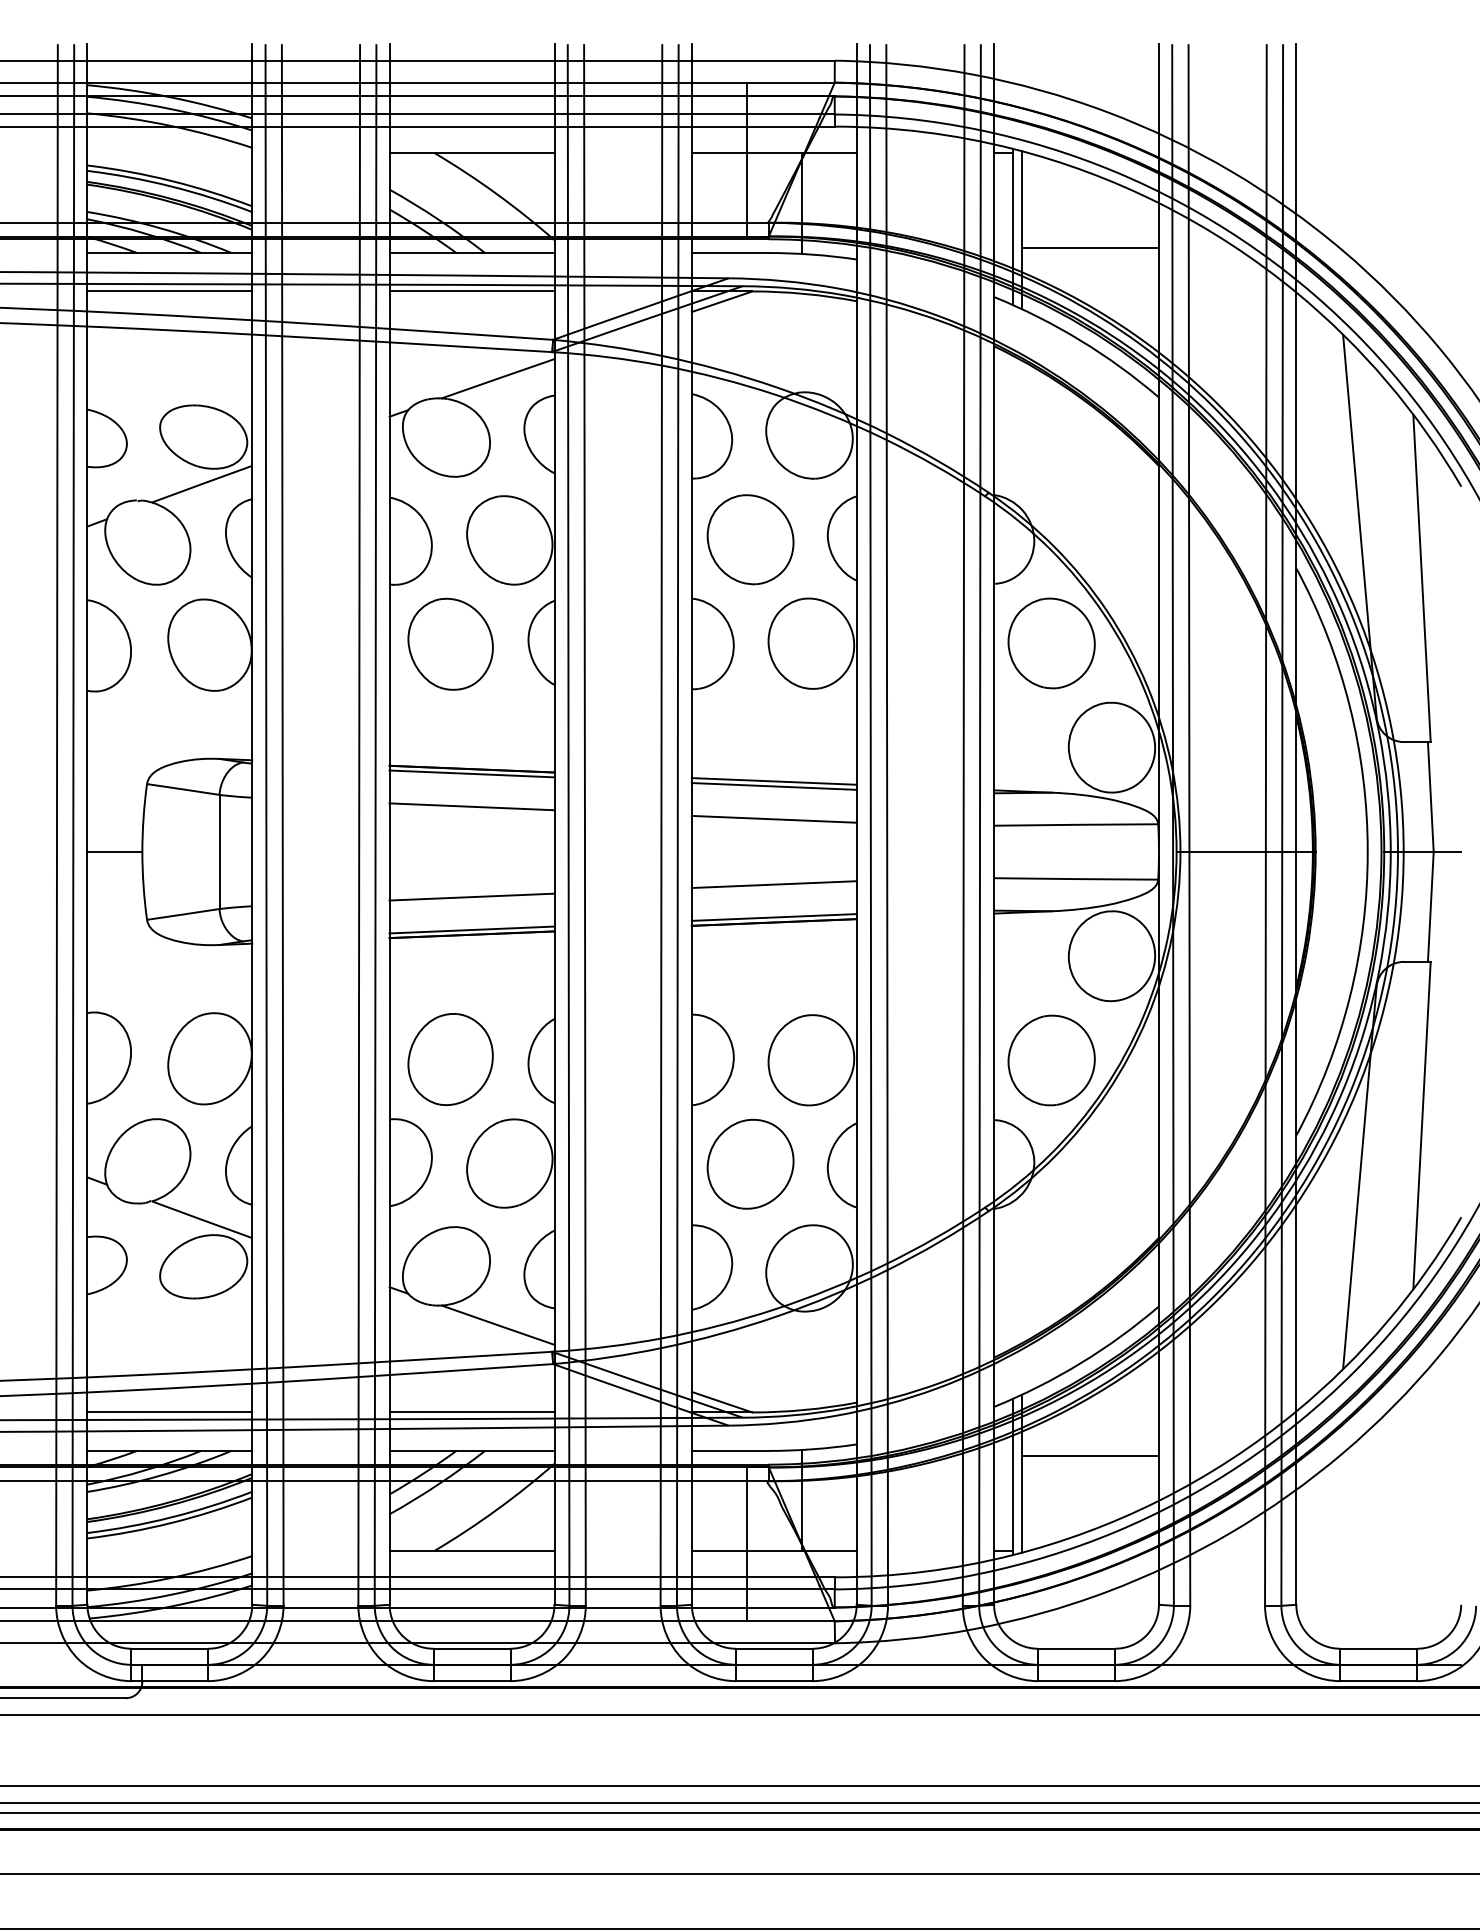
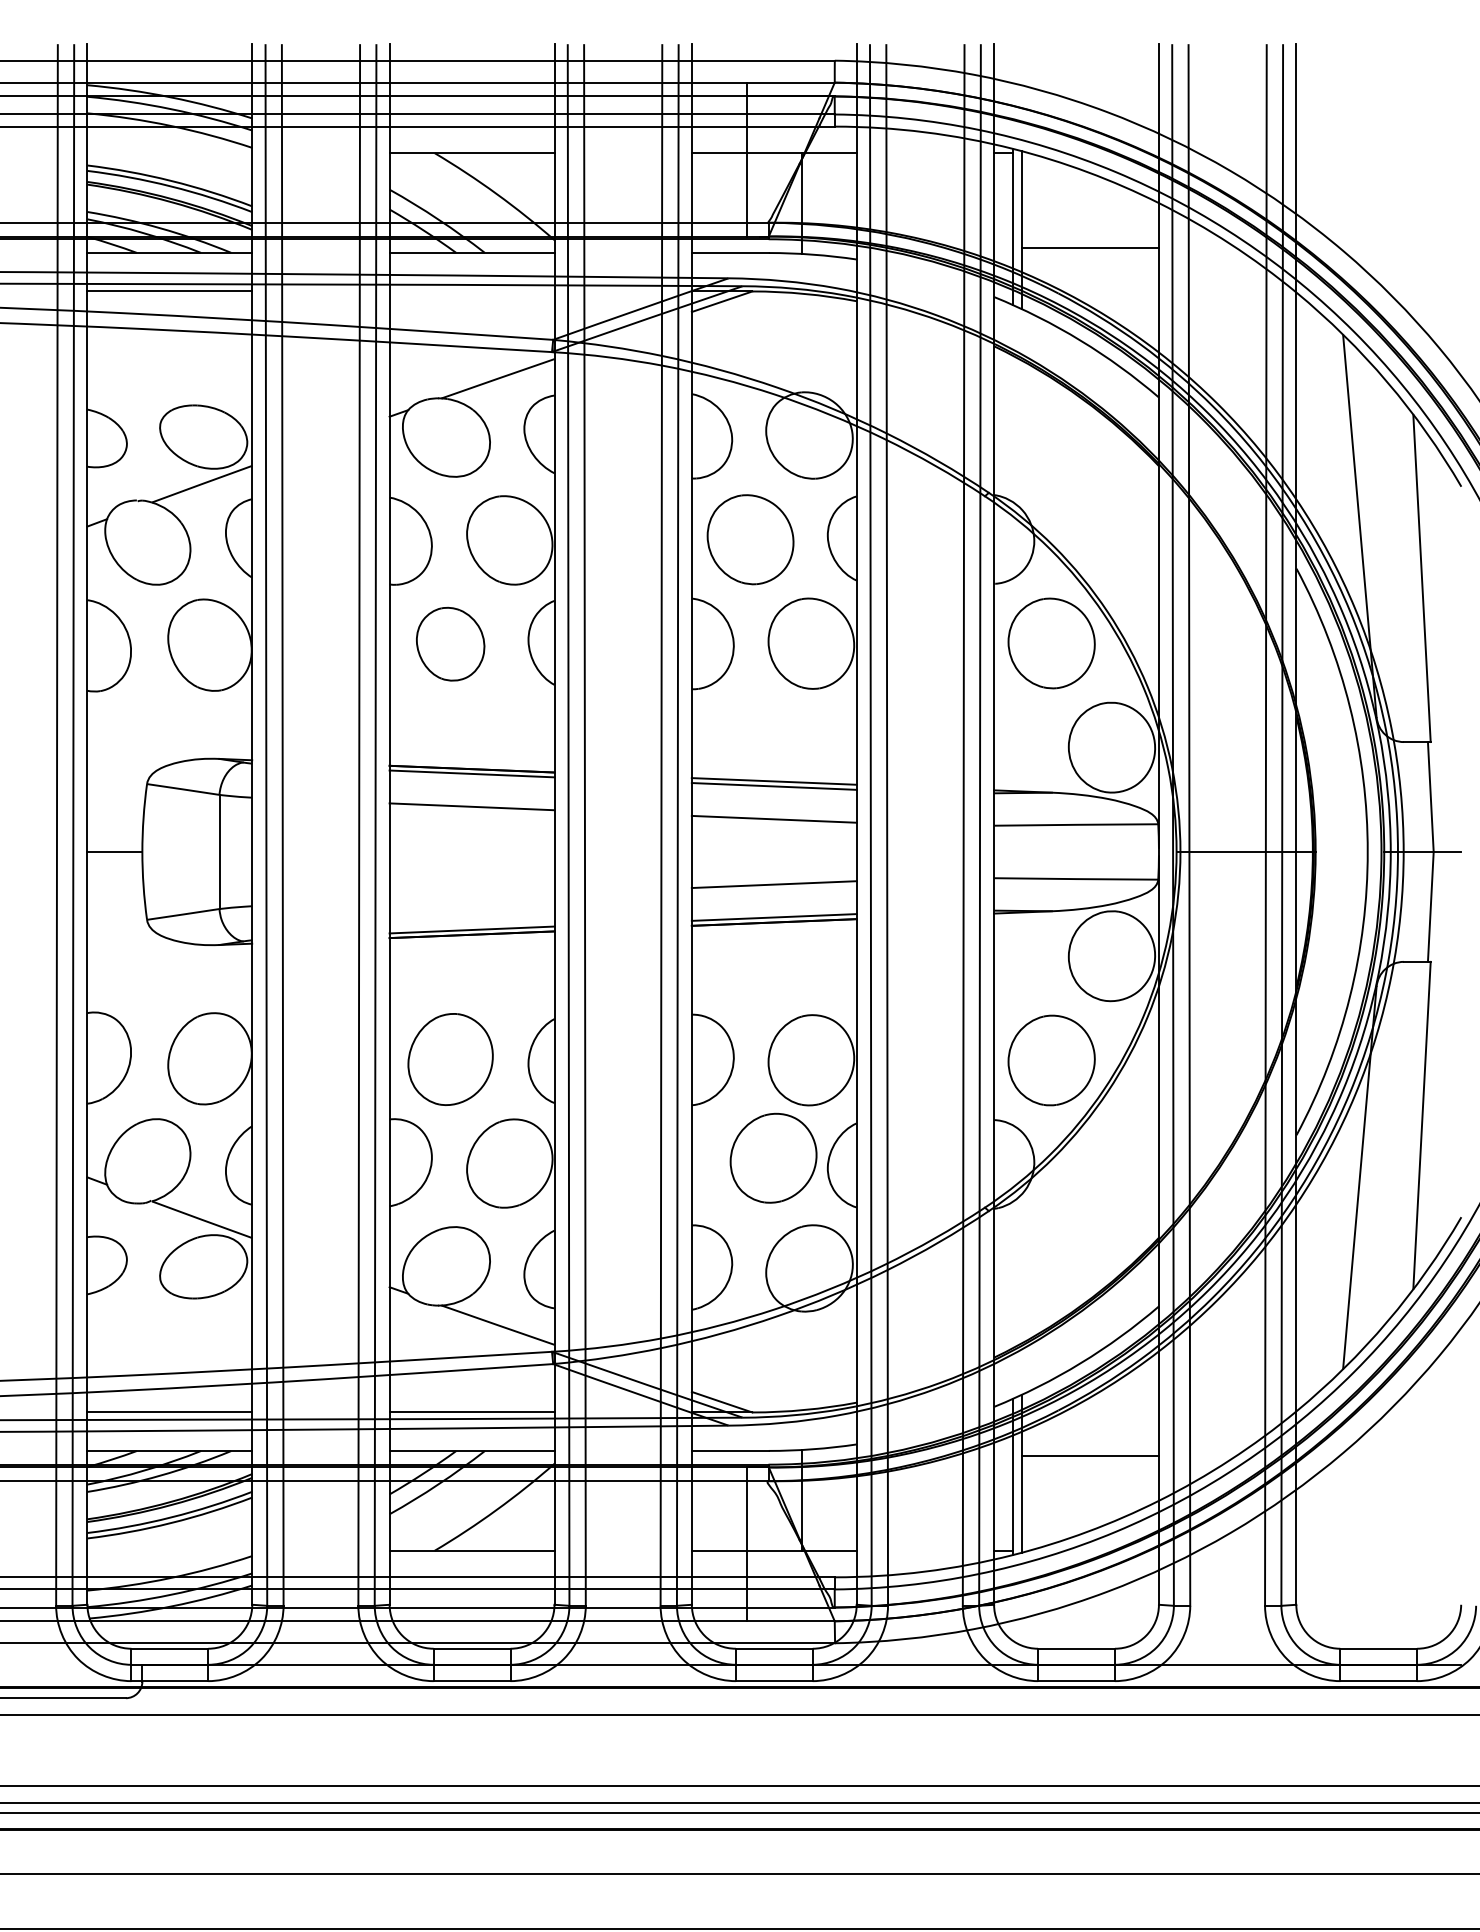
line at (471, 291): present -> none
part at (450, 643) size: 87x94 px -> 70x76 px
line at (471, 896): present -> none
part at (750, 1163) position: (750, 1163) -> (773, 1157)
